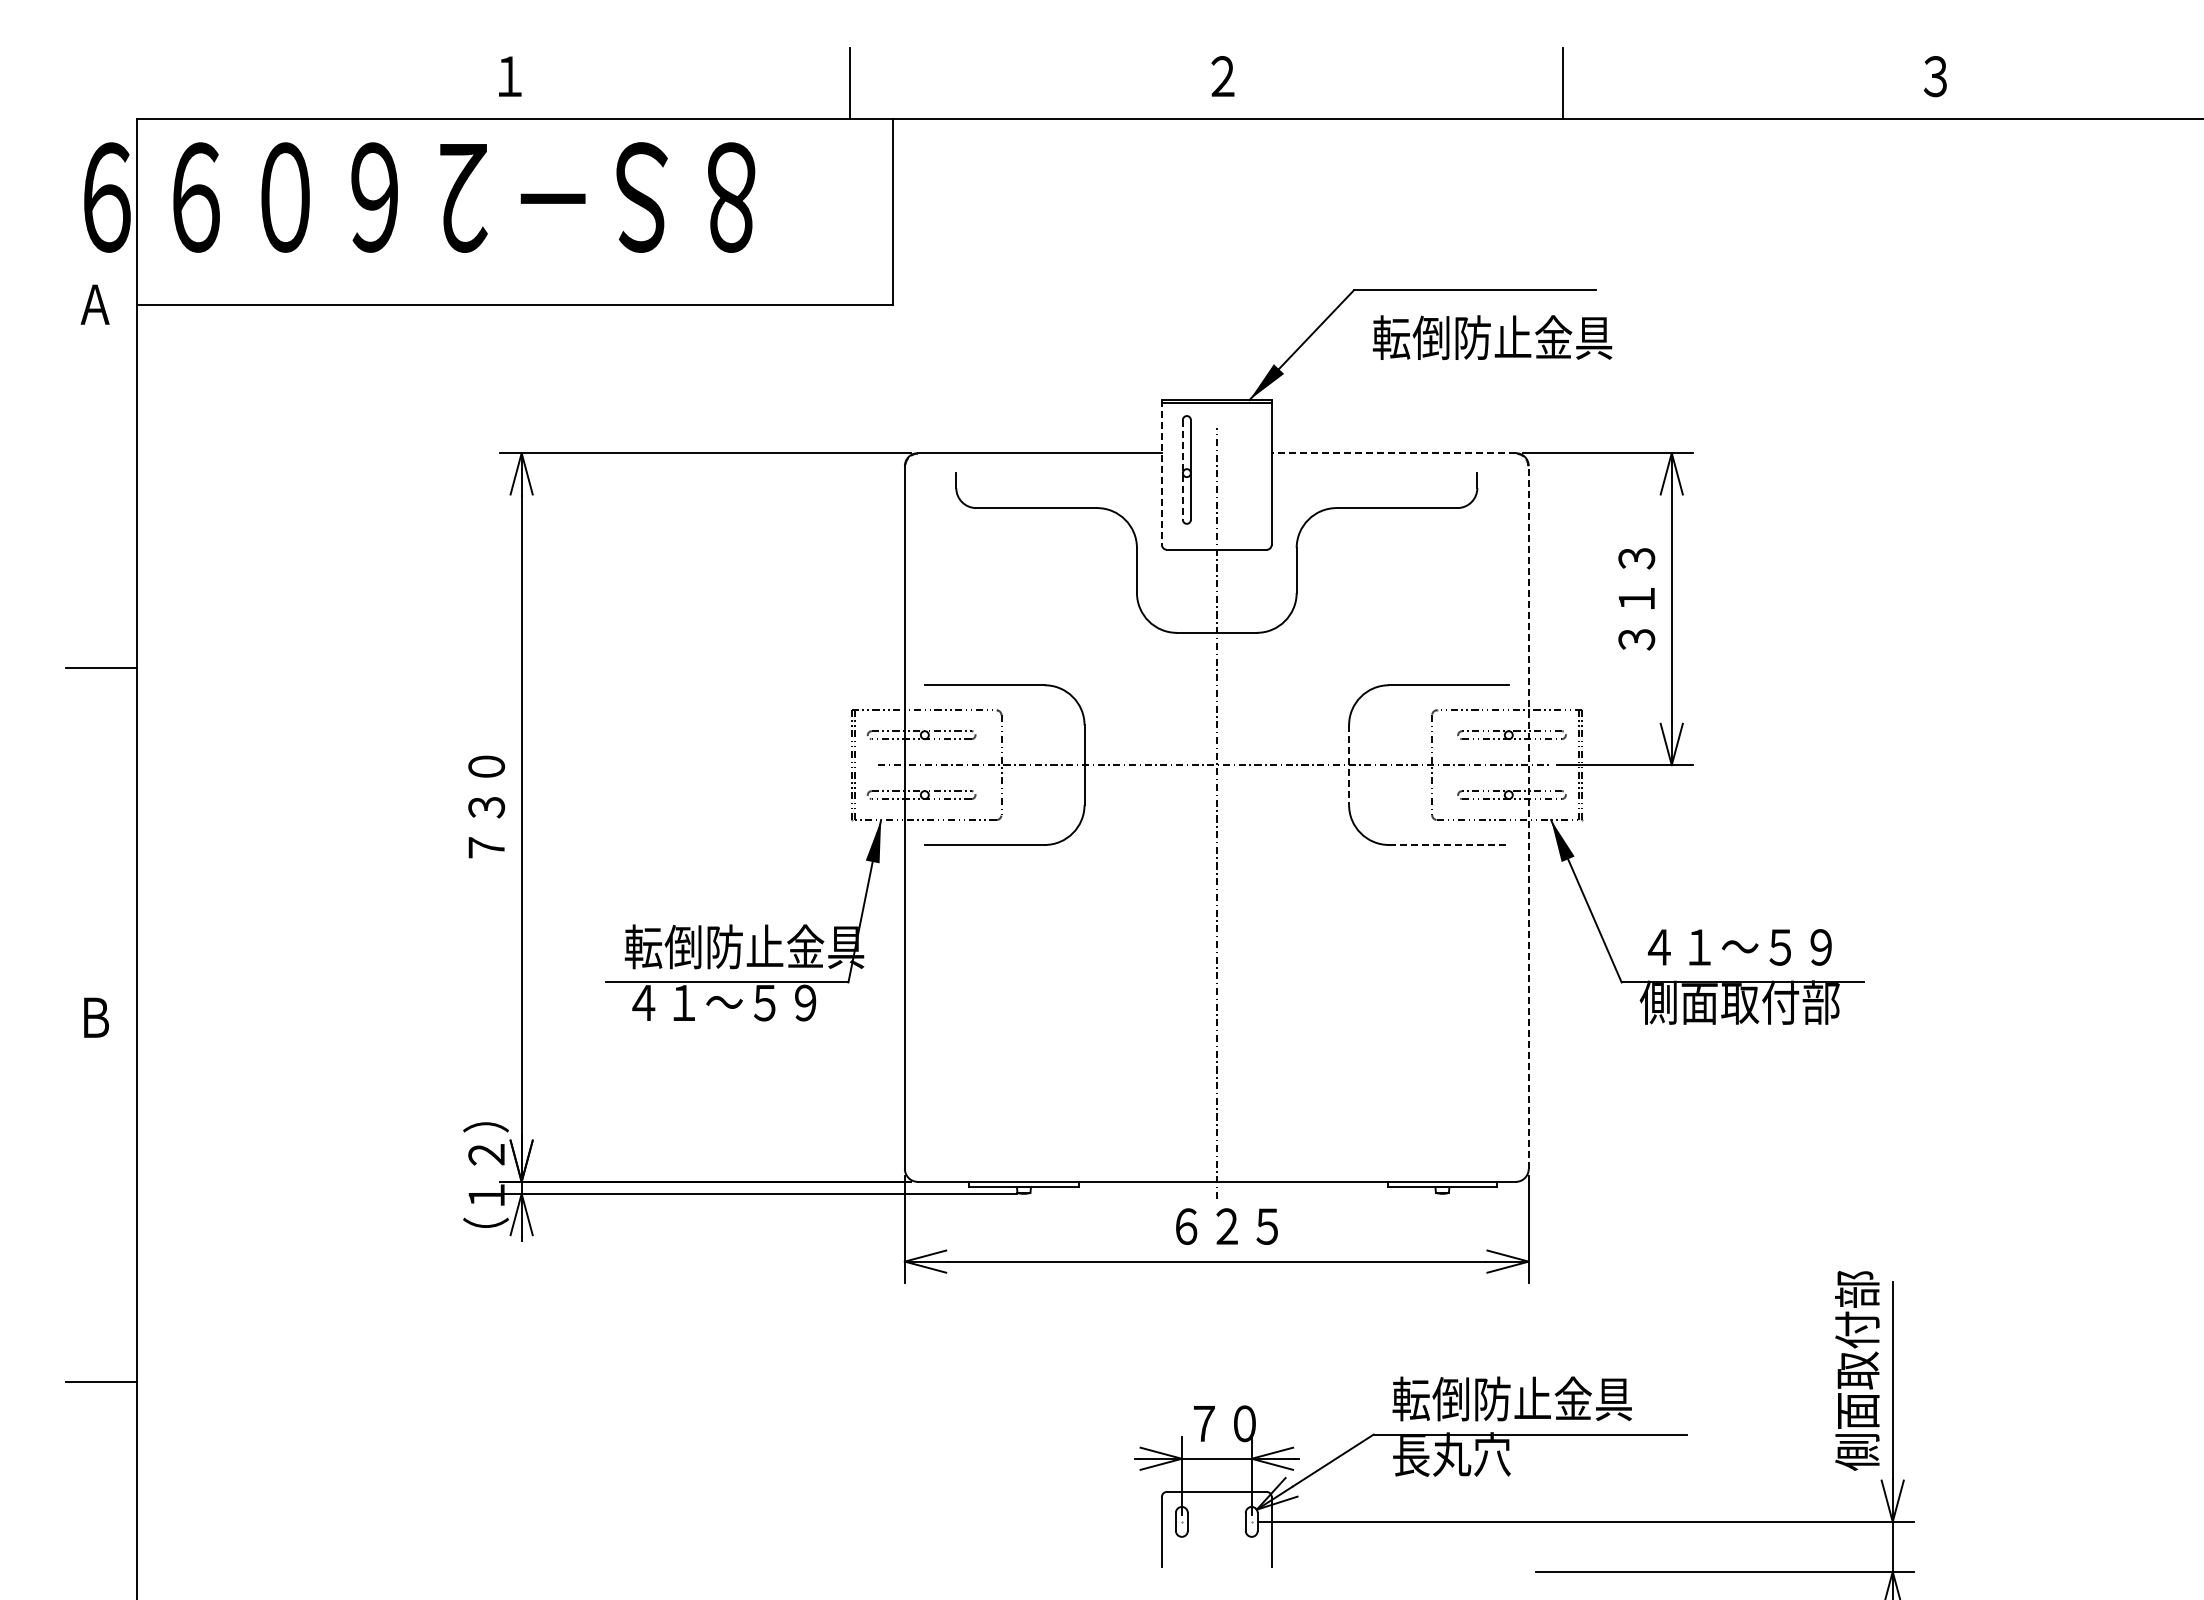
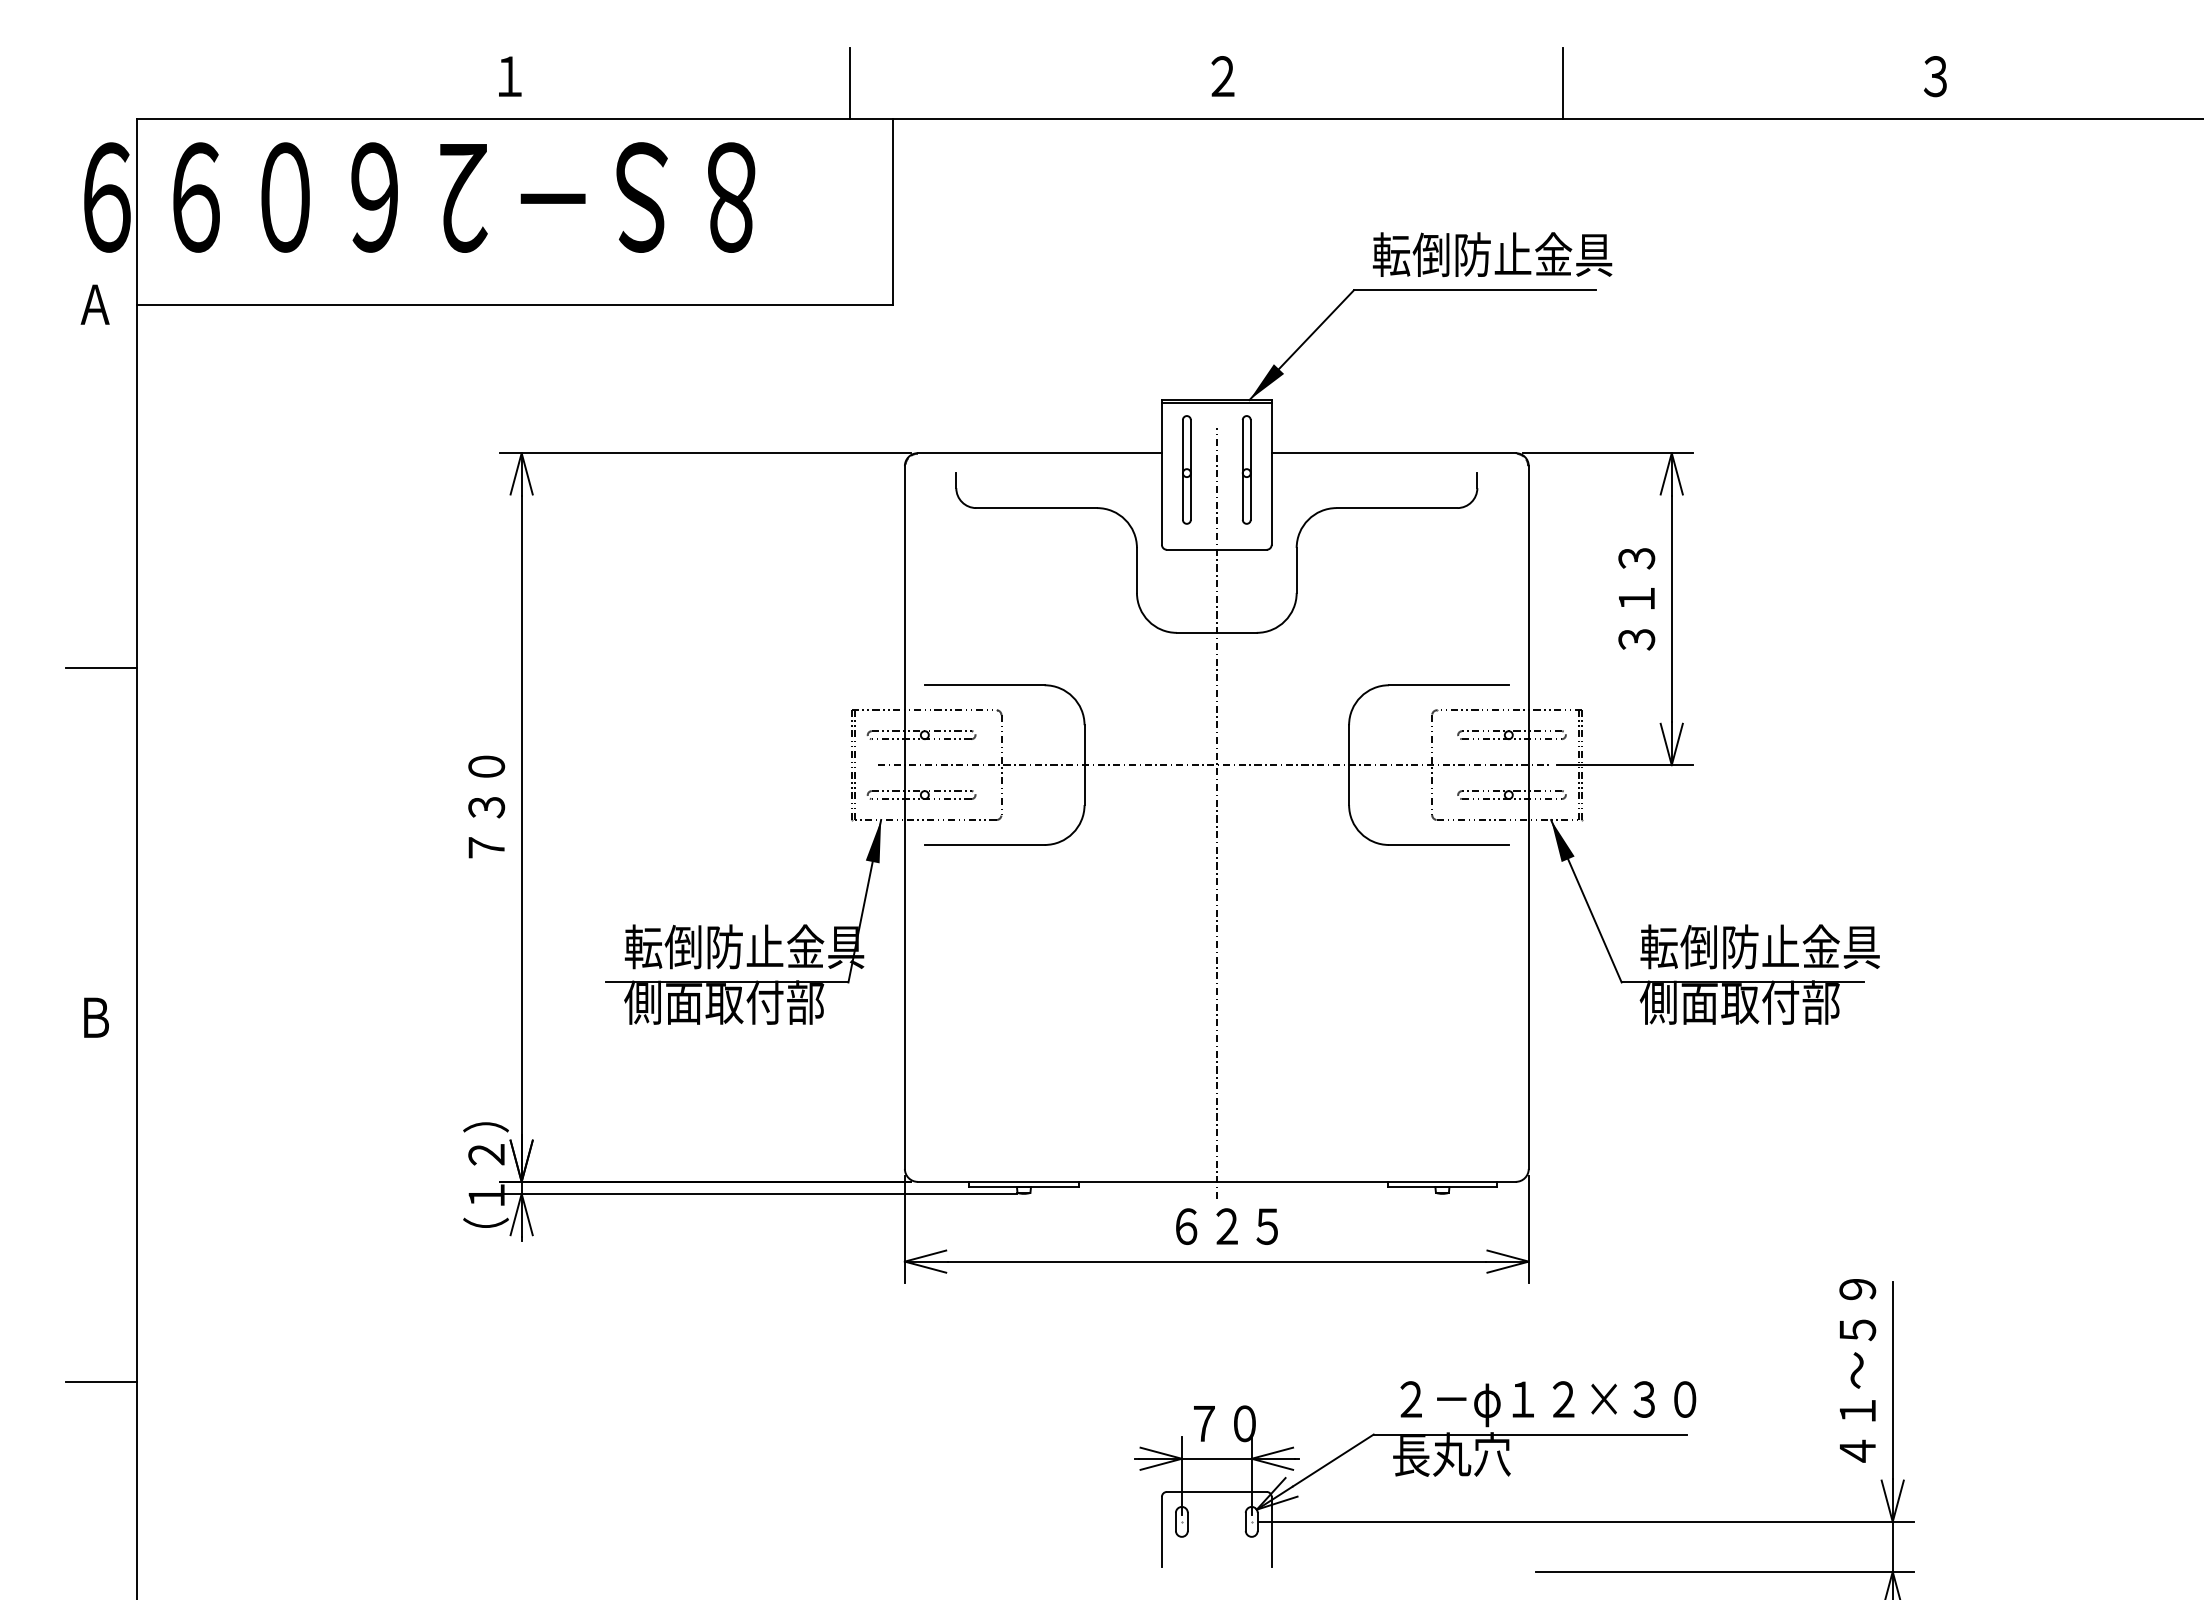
text at (1492, 337) position: (1492, 337) -> (1492, 254)
line at (1393, 453): dashed -> solid
line at (1182, 469): dashed -> solid
part at (1246, 469): none -> present
line at (1161, 472): dashed -> solid
line at (1349, 765): dashed -> solid
line at (1528, 817): dashed -> solid
line at (1448, 844): dashed -> solid
text at (1759, 946): ４１～５９ -> 転倒防止金具
text at (724, 1002): ４１～５９ -> 側面取付部
text at (1857, 1370): 側面取付部 -> ４１～５９
text at (1544, 1401): 転倒防止金具 -> ２－φ１２×３０
